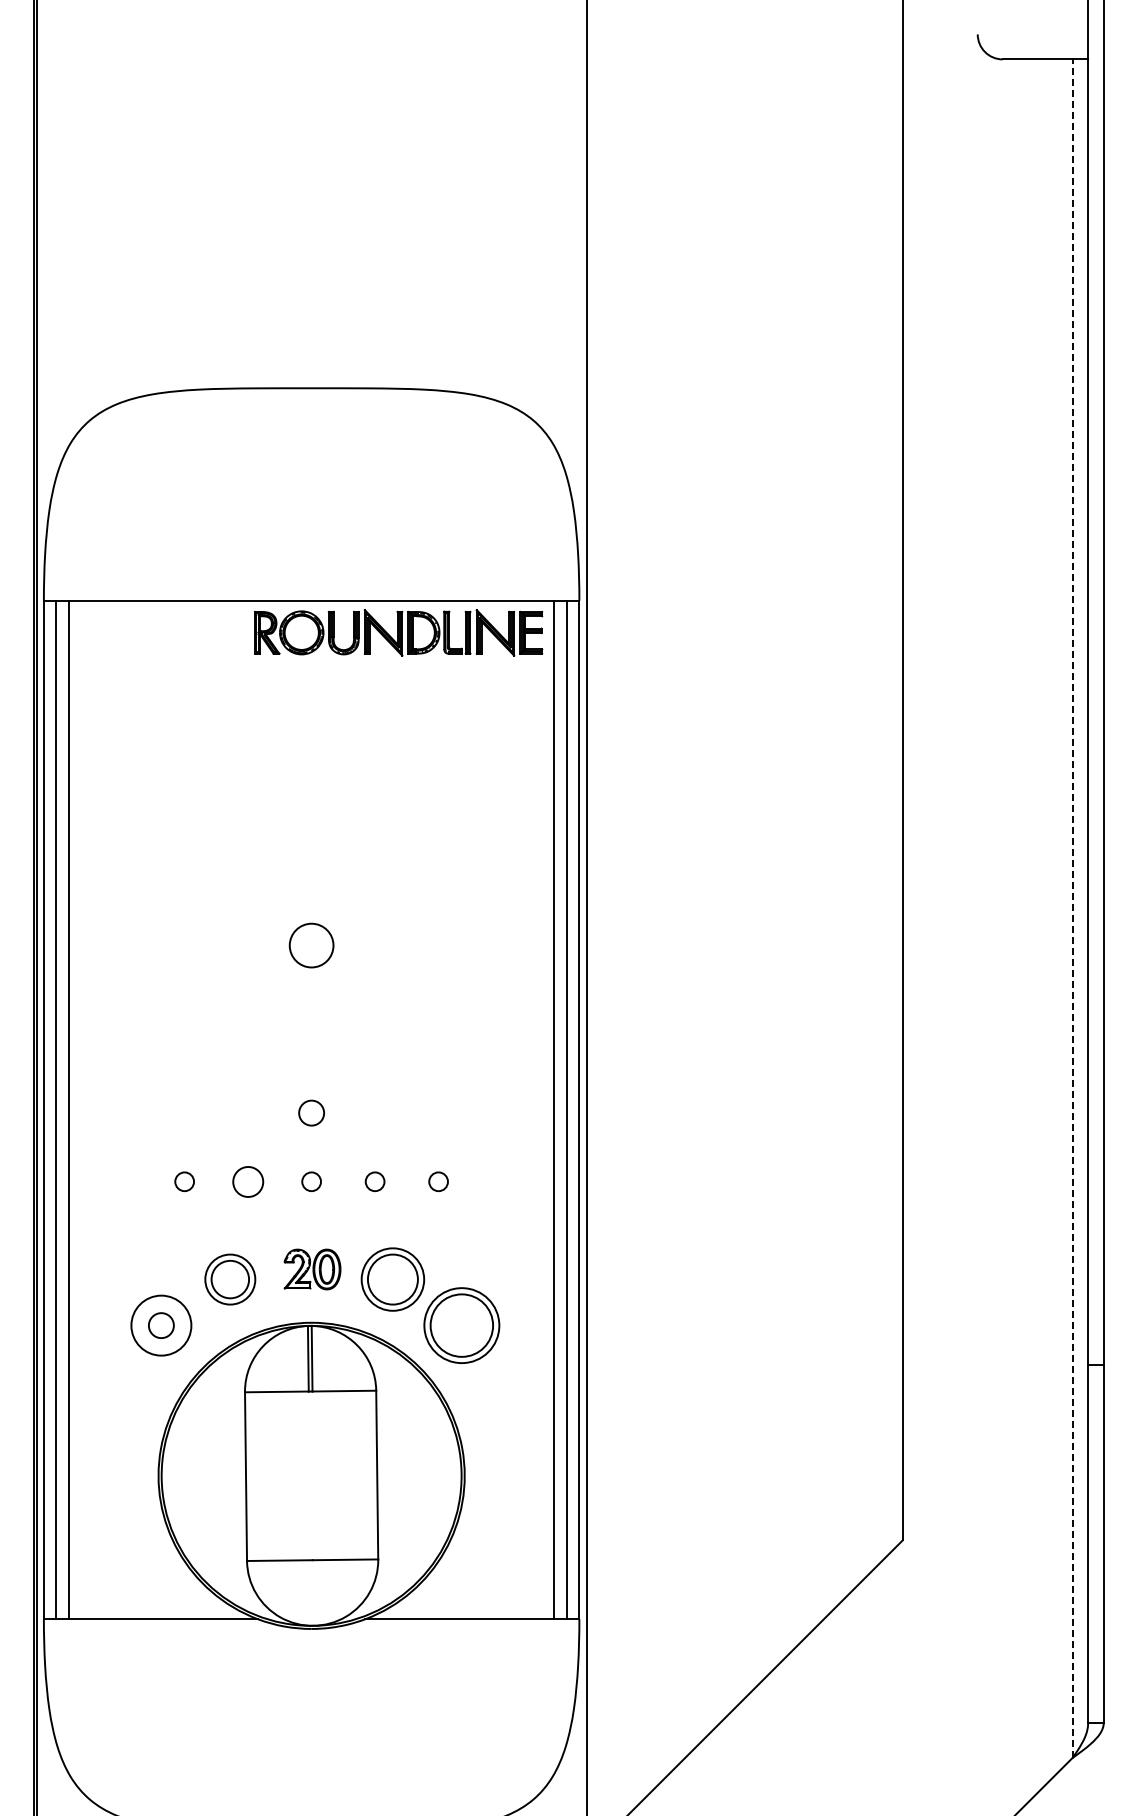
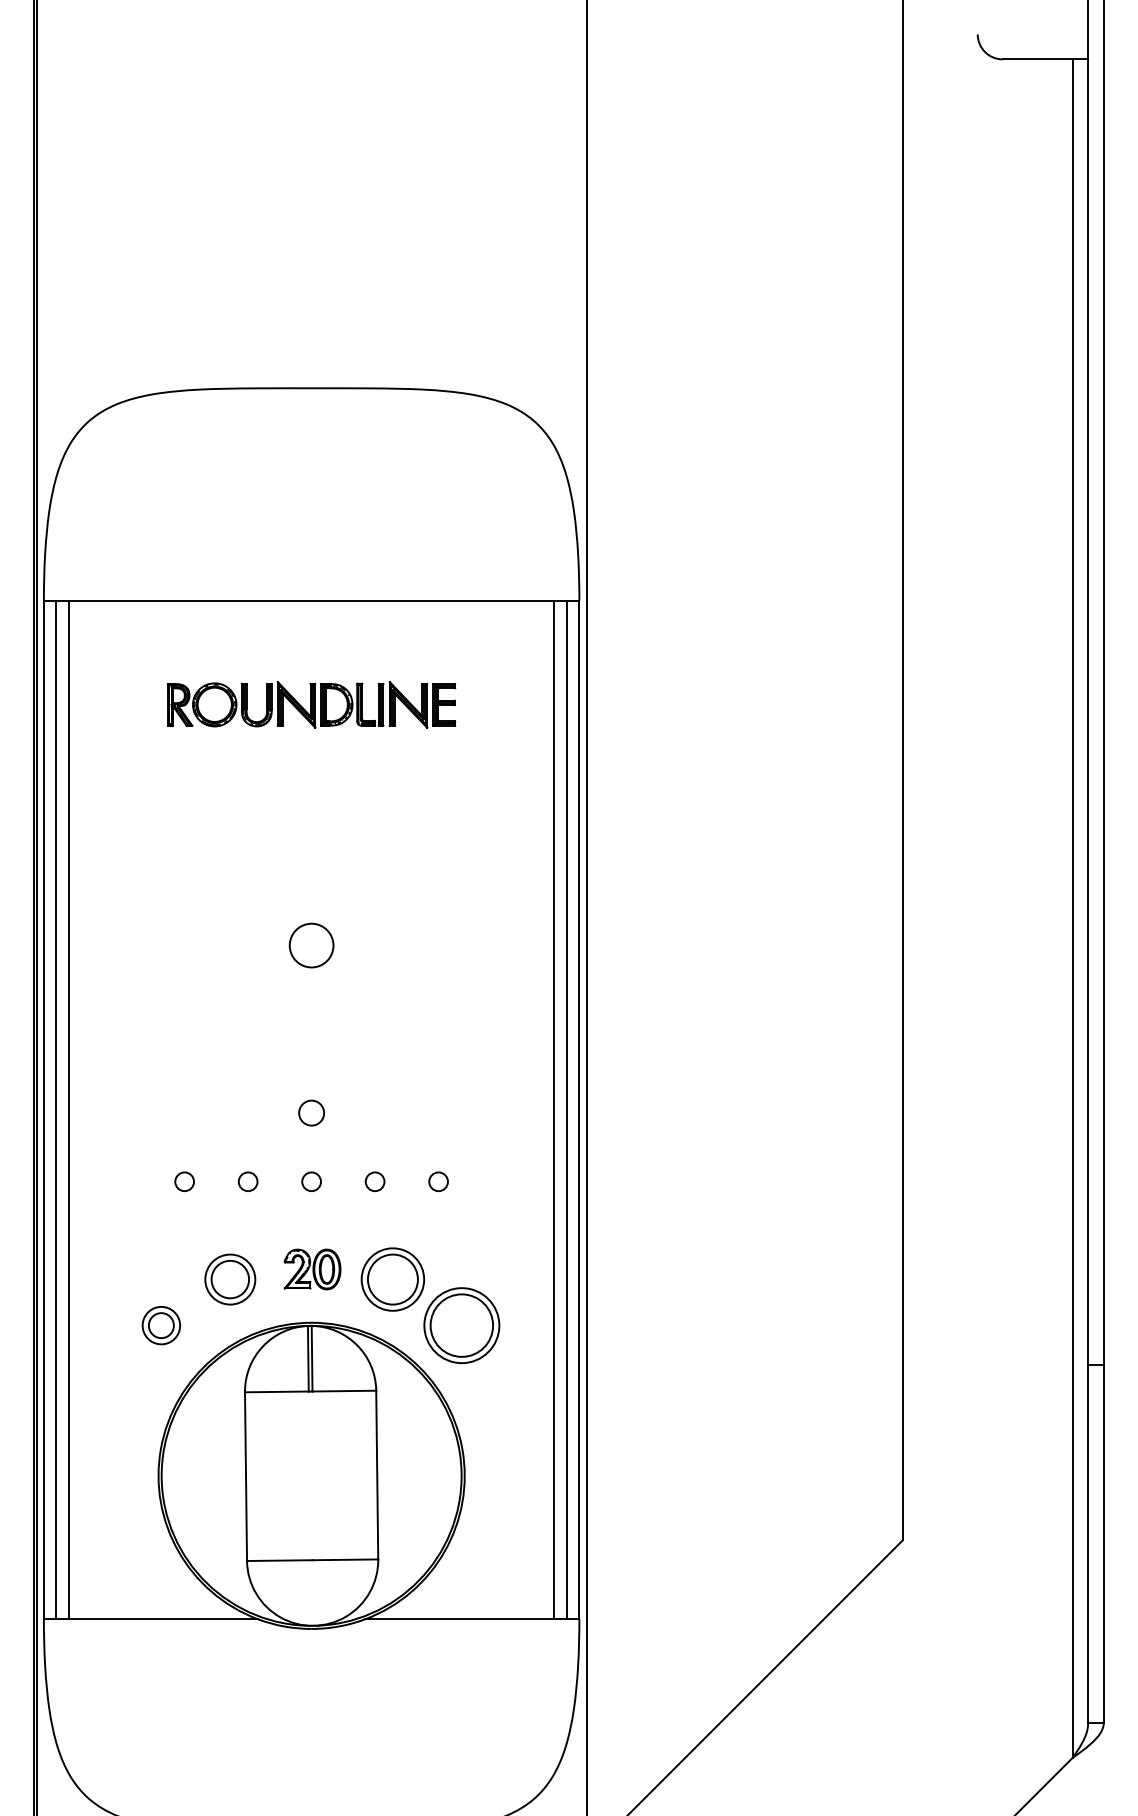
part at (398, 632) position: (398, 632) -> (311, 704)
line at (1072, 908): dashed -> solid
circle at (248, 1181) size: 33x32 px -> 22x21 px
circle at (161, 1325) diameter: 60 px -> 37 px
